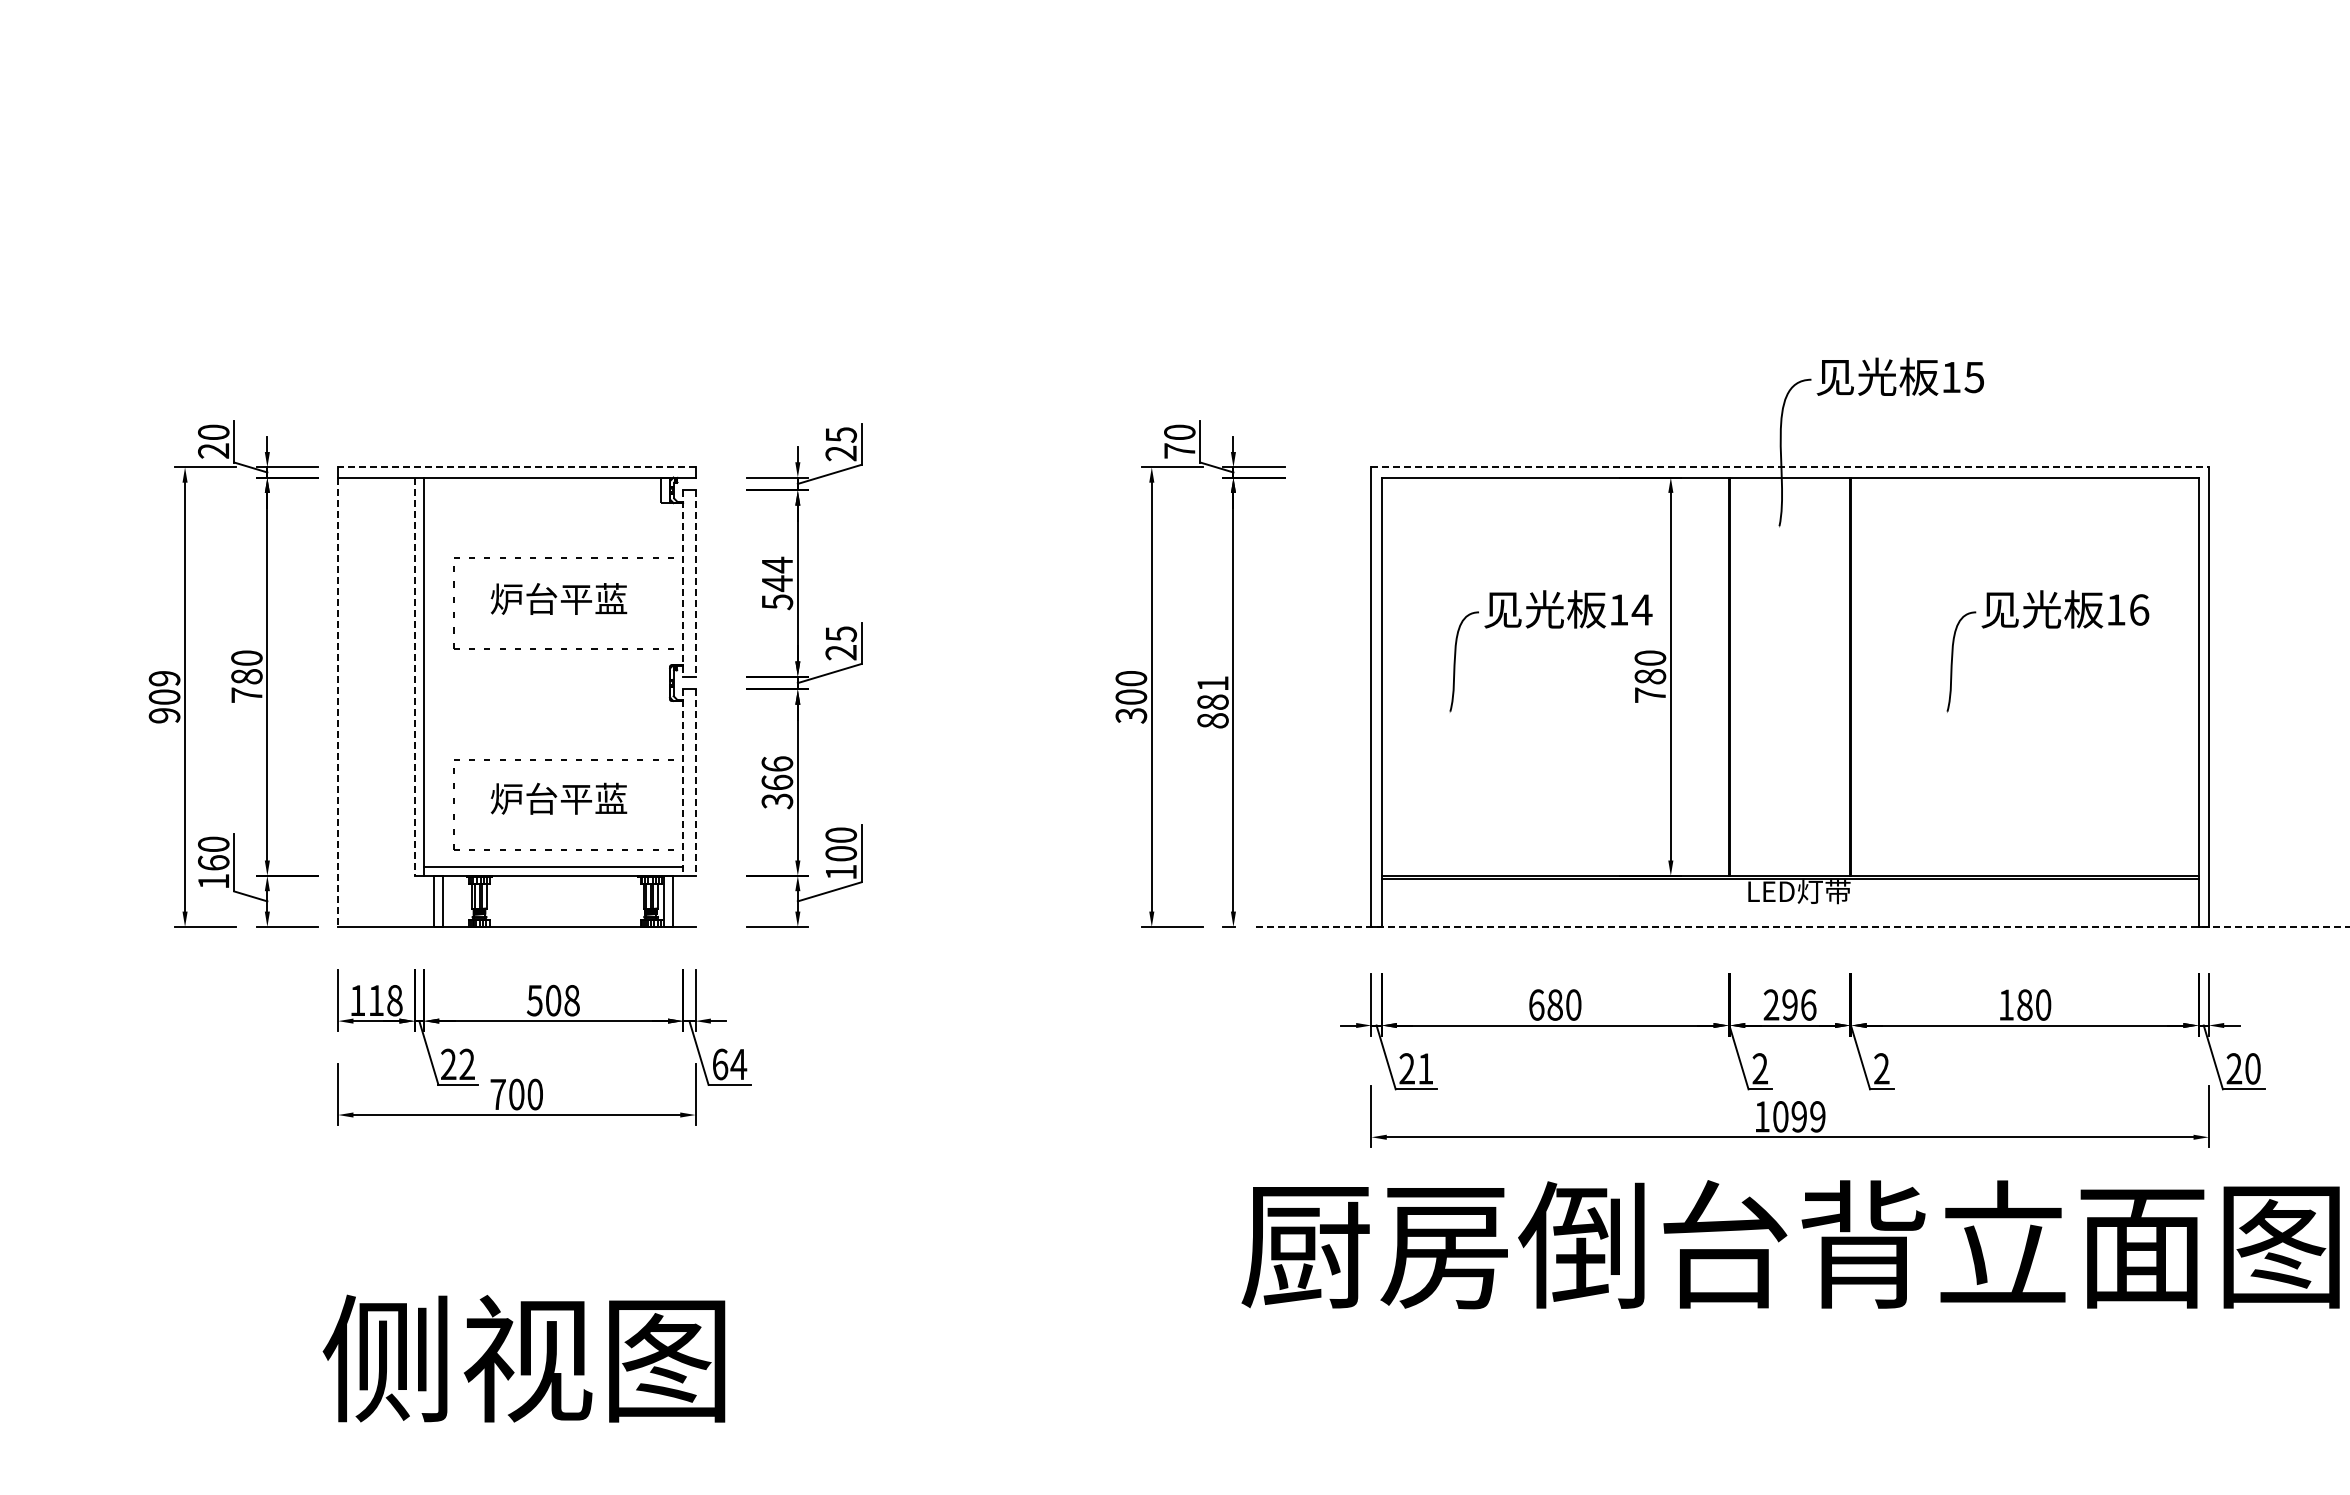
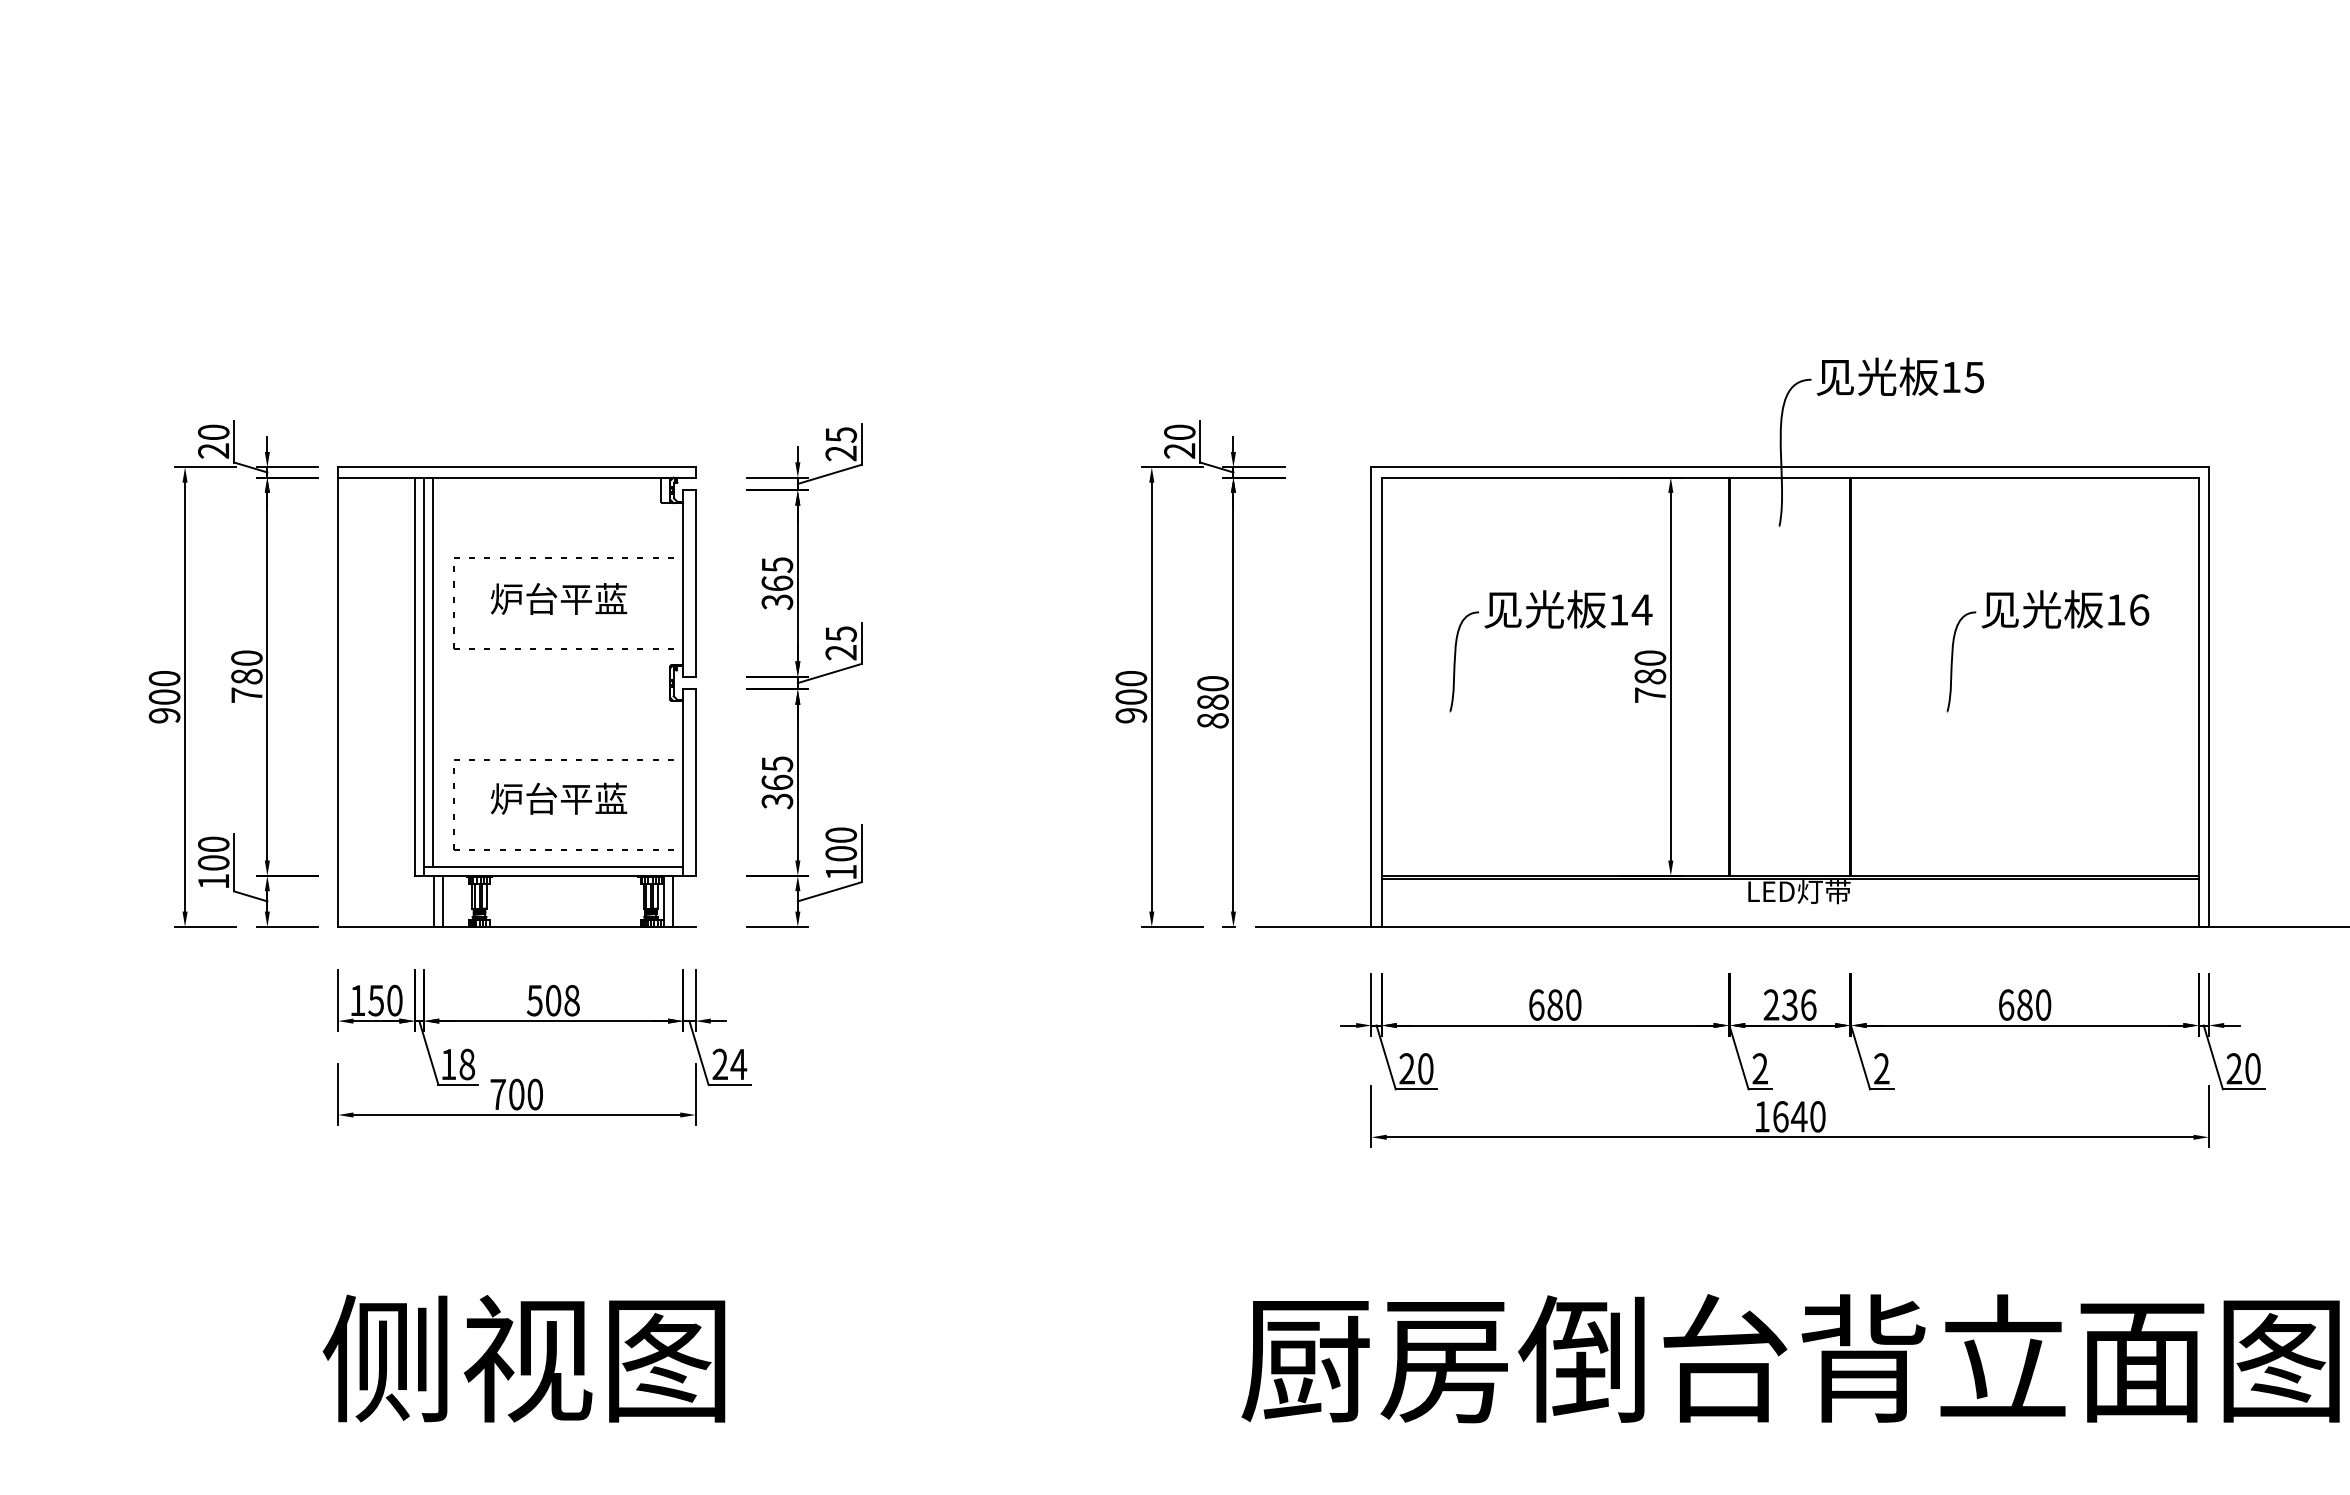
text at (1179, 450): 70 -> 20
line at (516, 467): dashed -> solid
line at (1790, 467): dashed -> solid
text at (777, 582): 544 -> 365
line at (683, 584): dashed -> solid
line at (695, 584): dashed -> solid
line at (433, 671): none -> present
line at (414, 677): dashed -> solid
text at (164, 678): 909 -> 900
text at (1212, 683): 881 -> 880
line at (338, 702): dashed -> solid
text at (1131, 715): 300 -> 900
text at (777, 764): 366 -> 365
line at (683, 783): dashed -> solid
line at (695, 783): dashed -> solid
text at (213, 862): 160 -> 100
line at (1802, 926): dashed -> solid
text at (385, 1000): 118 -> 150
text at (1789, 1004): 296 -> 236
text at (2006, 1004): 180 -> 680
text at (458, 1064): 22 -> 18
text at (720, 1064): 64 -> 24
text at (1425, 1068): 21 -> 20
text at (1799, 1116): 1099 -> 1640
text at (1790, 1244) position: (1790, 1244) -> (1790, 1358)
